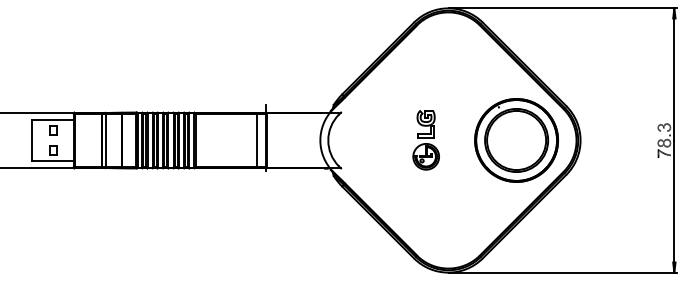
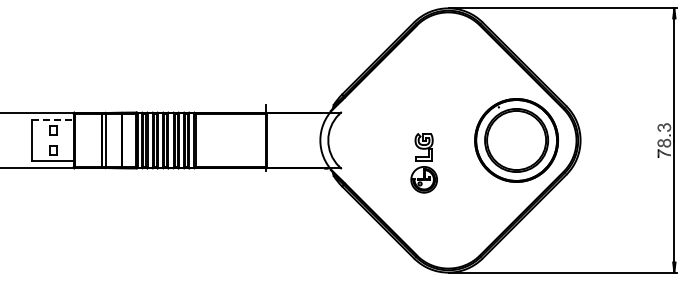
line at (52, 120): solid -> dashed
line at (256, 140): present -> none
part at (425, 140) position: (425, 140) -> (423, 163)
